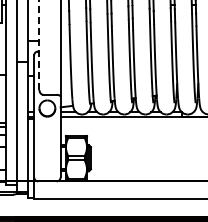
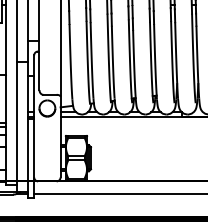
line at (39, 45): dashed -> solid
line at (119, 198) position: (119, 198) -> (119, 193)
